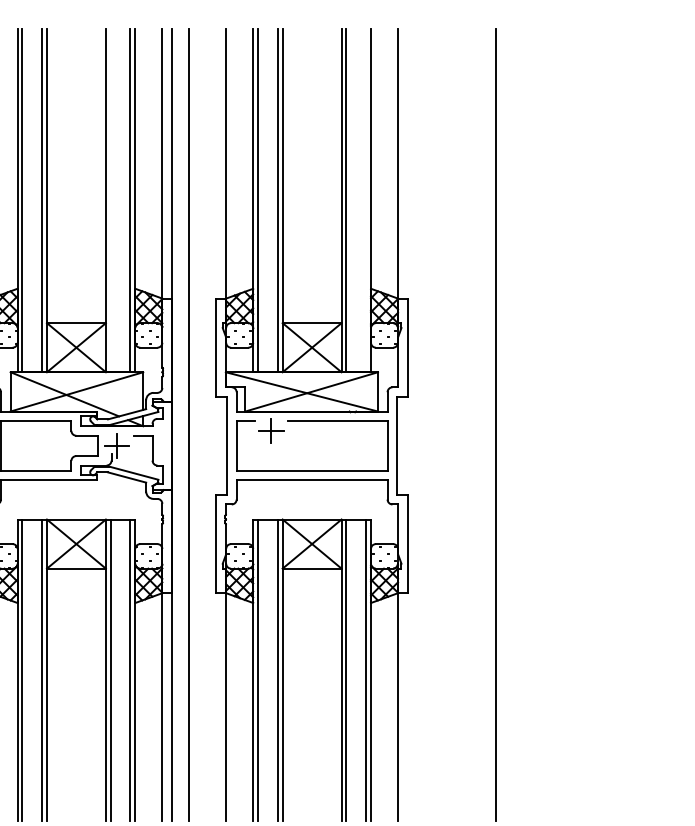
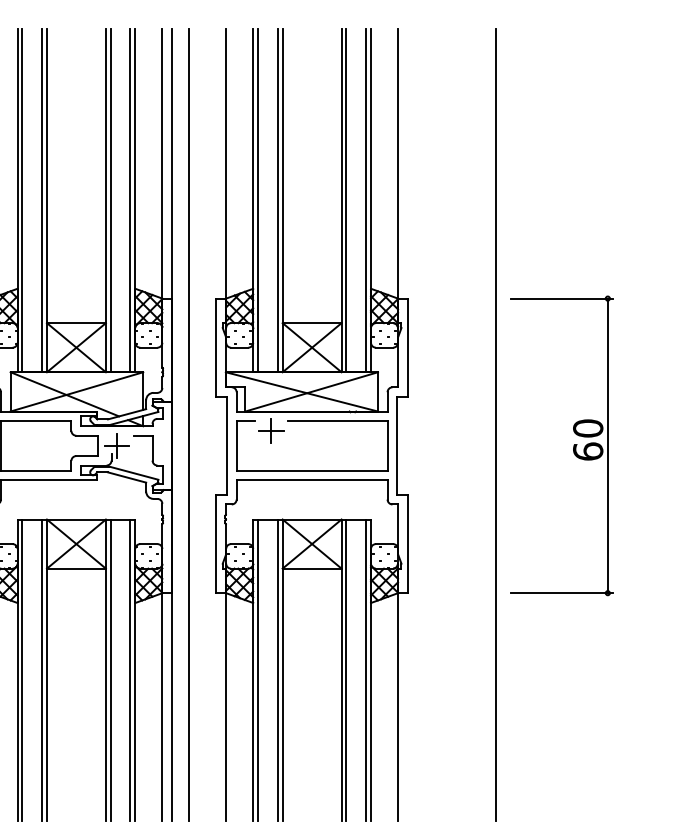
line at (110, 200): none -> present
line at (366, 200): none -> present
part at (573, 445): none -> present
